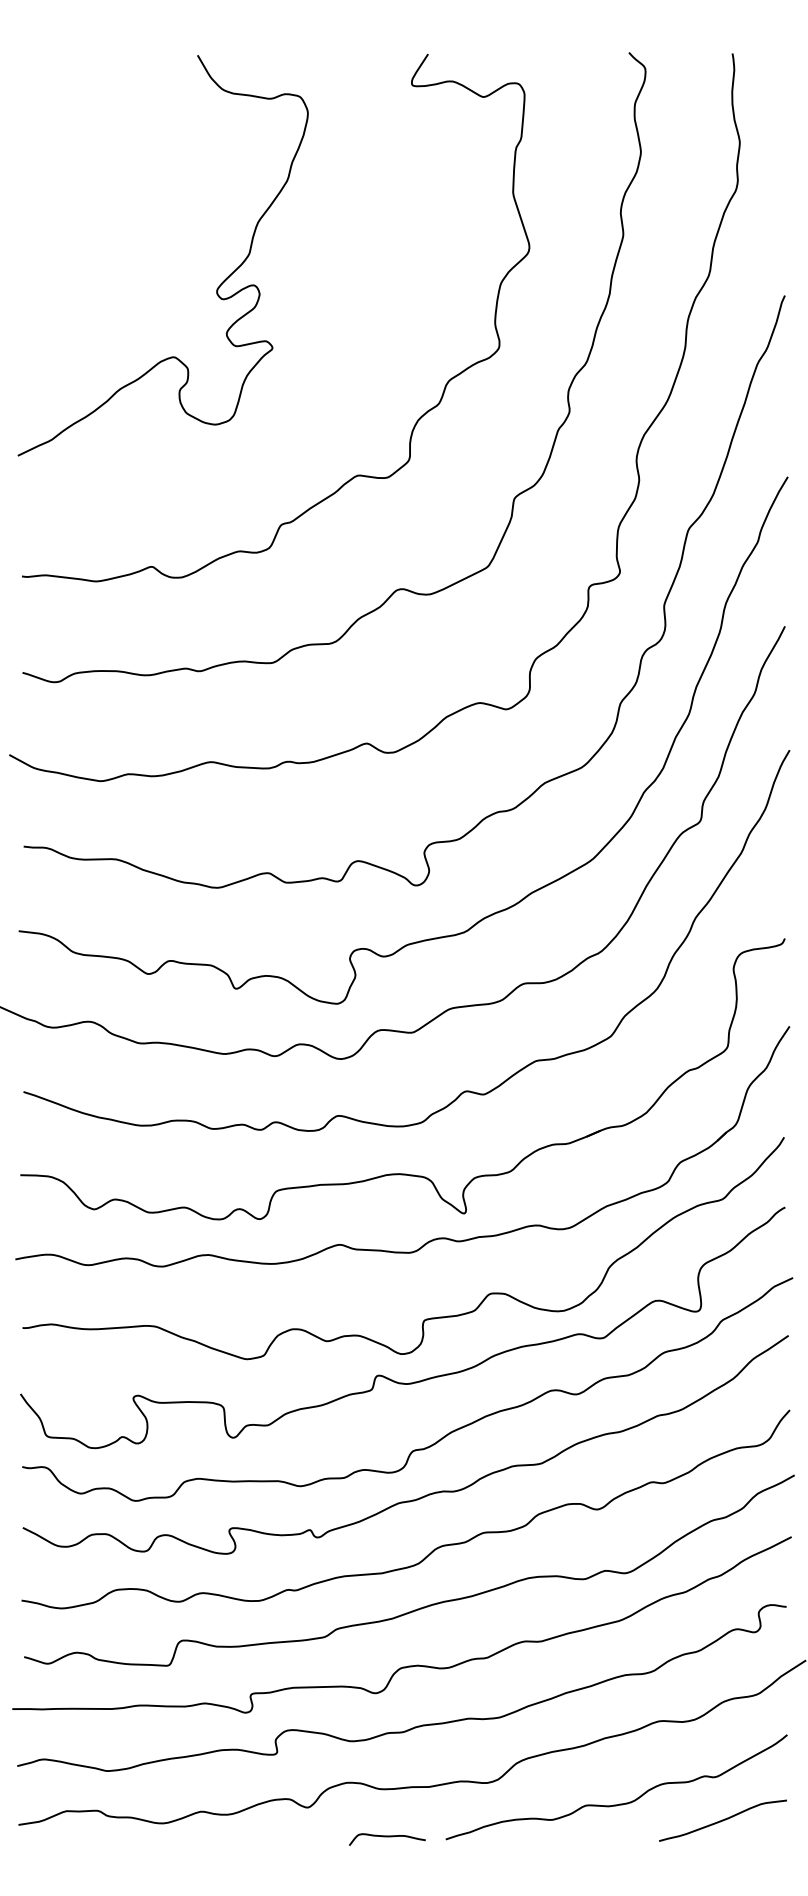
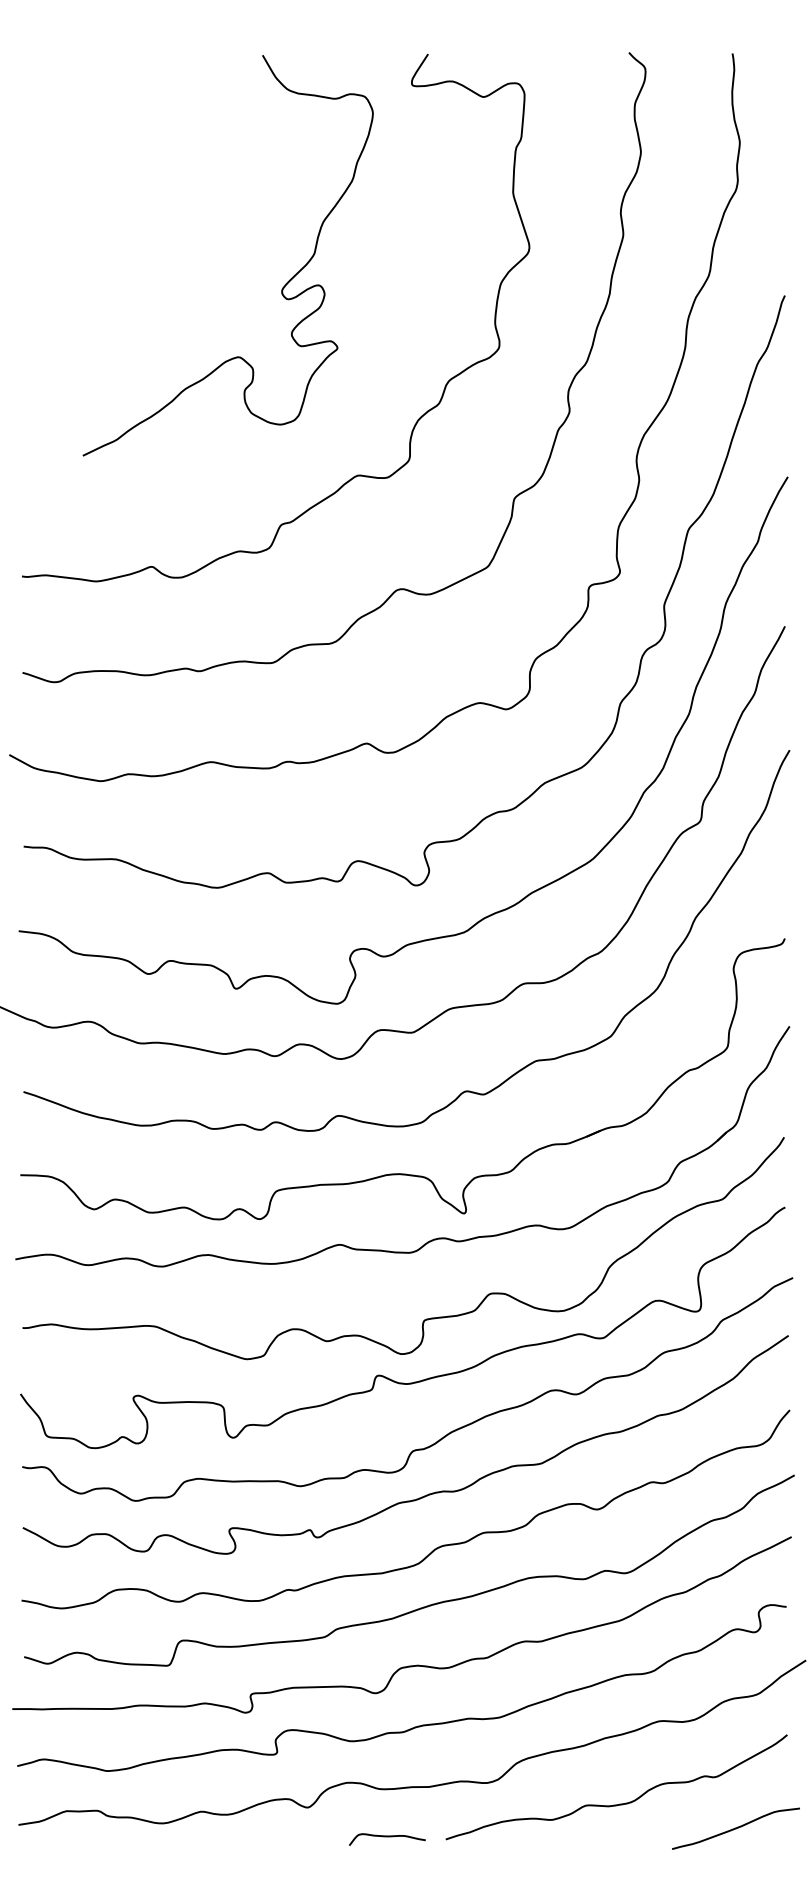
curve at (217, 287) position: (217, 287) -> (282, 287)
curve at (722, 1820) position: (722, 1820) -> (735, 1828)
